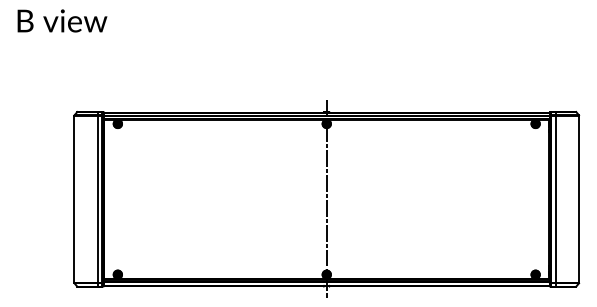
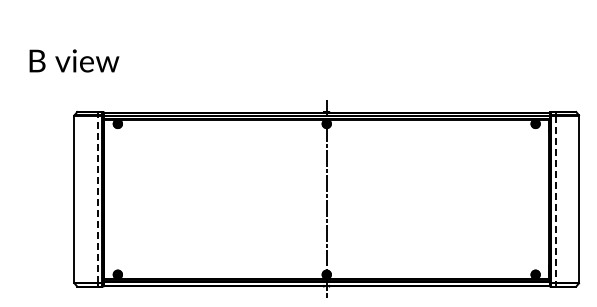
text at (62, 20) position: (62, 20) -> (74, 60)
line at (97, 199): solid -> dashed
line at (555, 199): solid -> dashed
